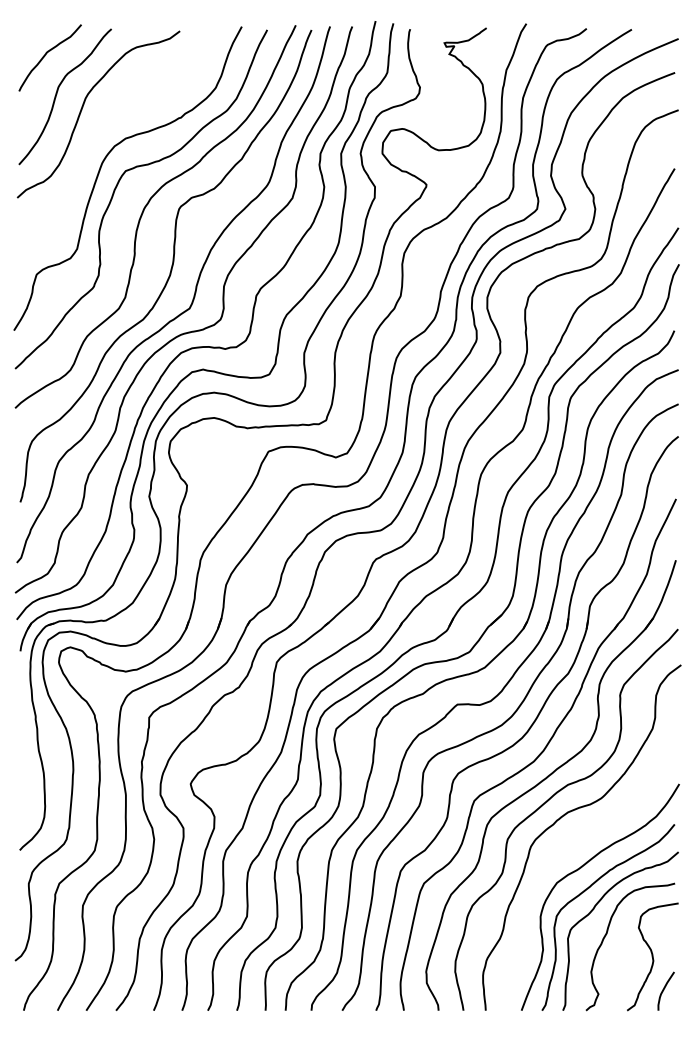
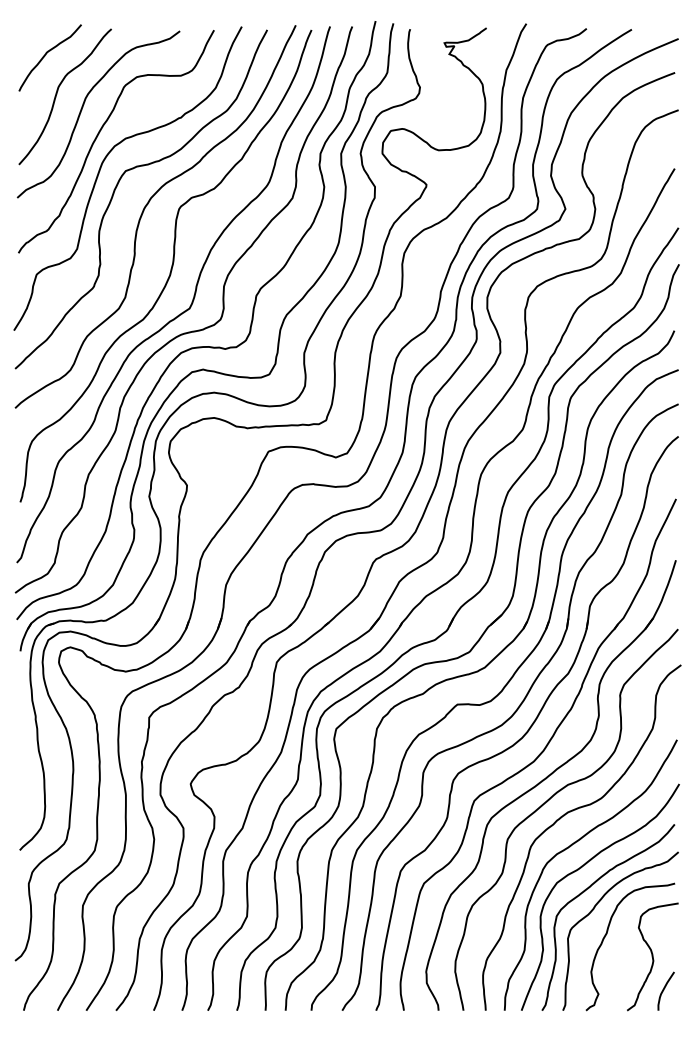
curve at (100, 132): none -> present
curve at (570, 847): none -> present
